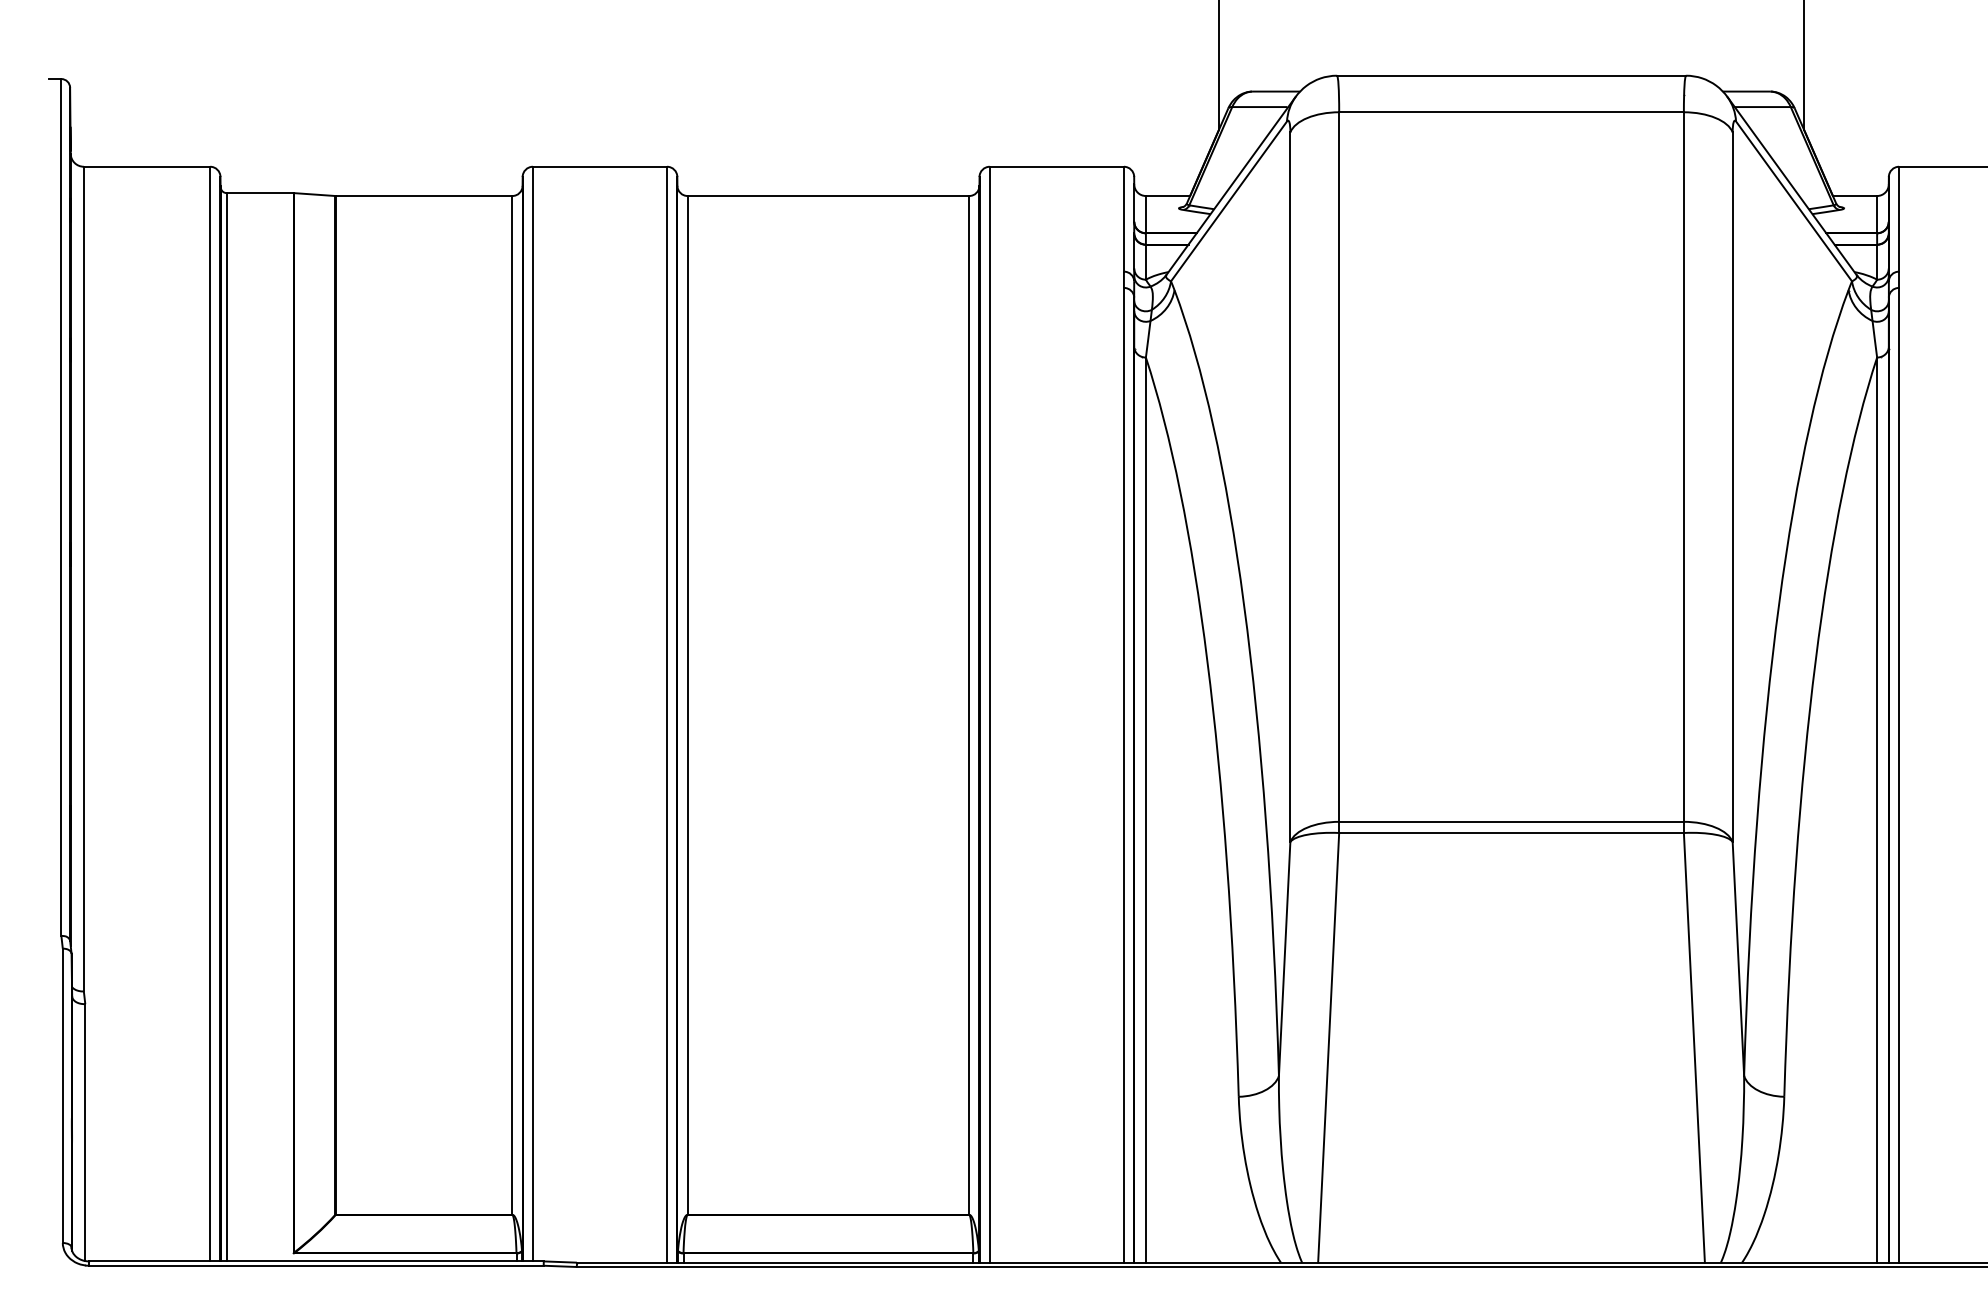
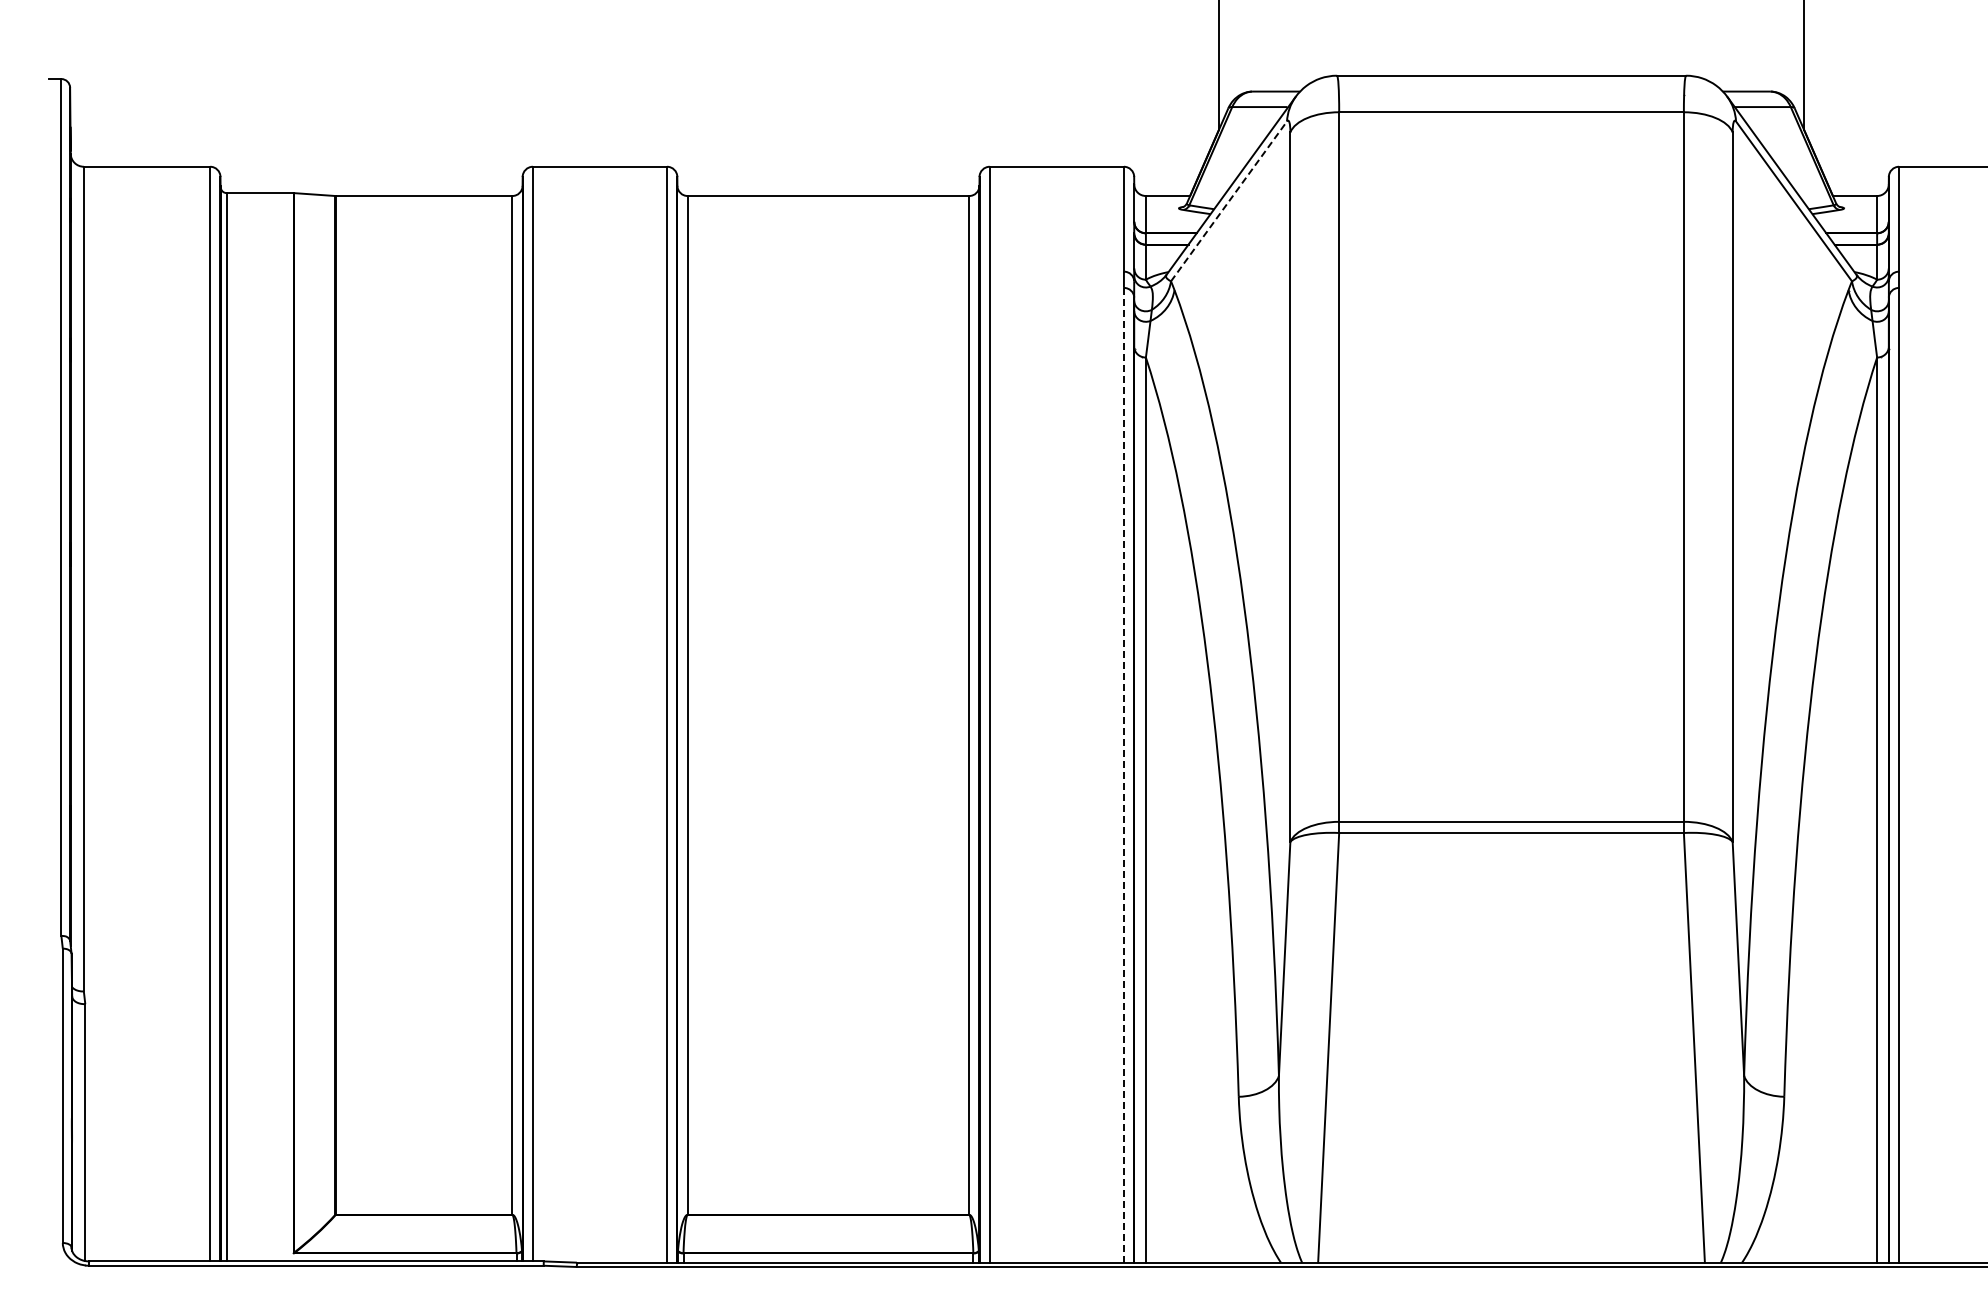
line at (1229, 201): solid -> dashed
line at (1123, 774): solid -> dashed
